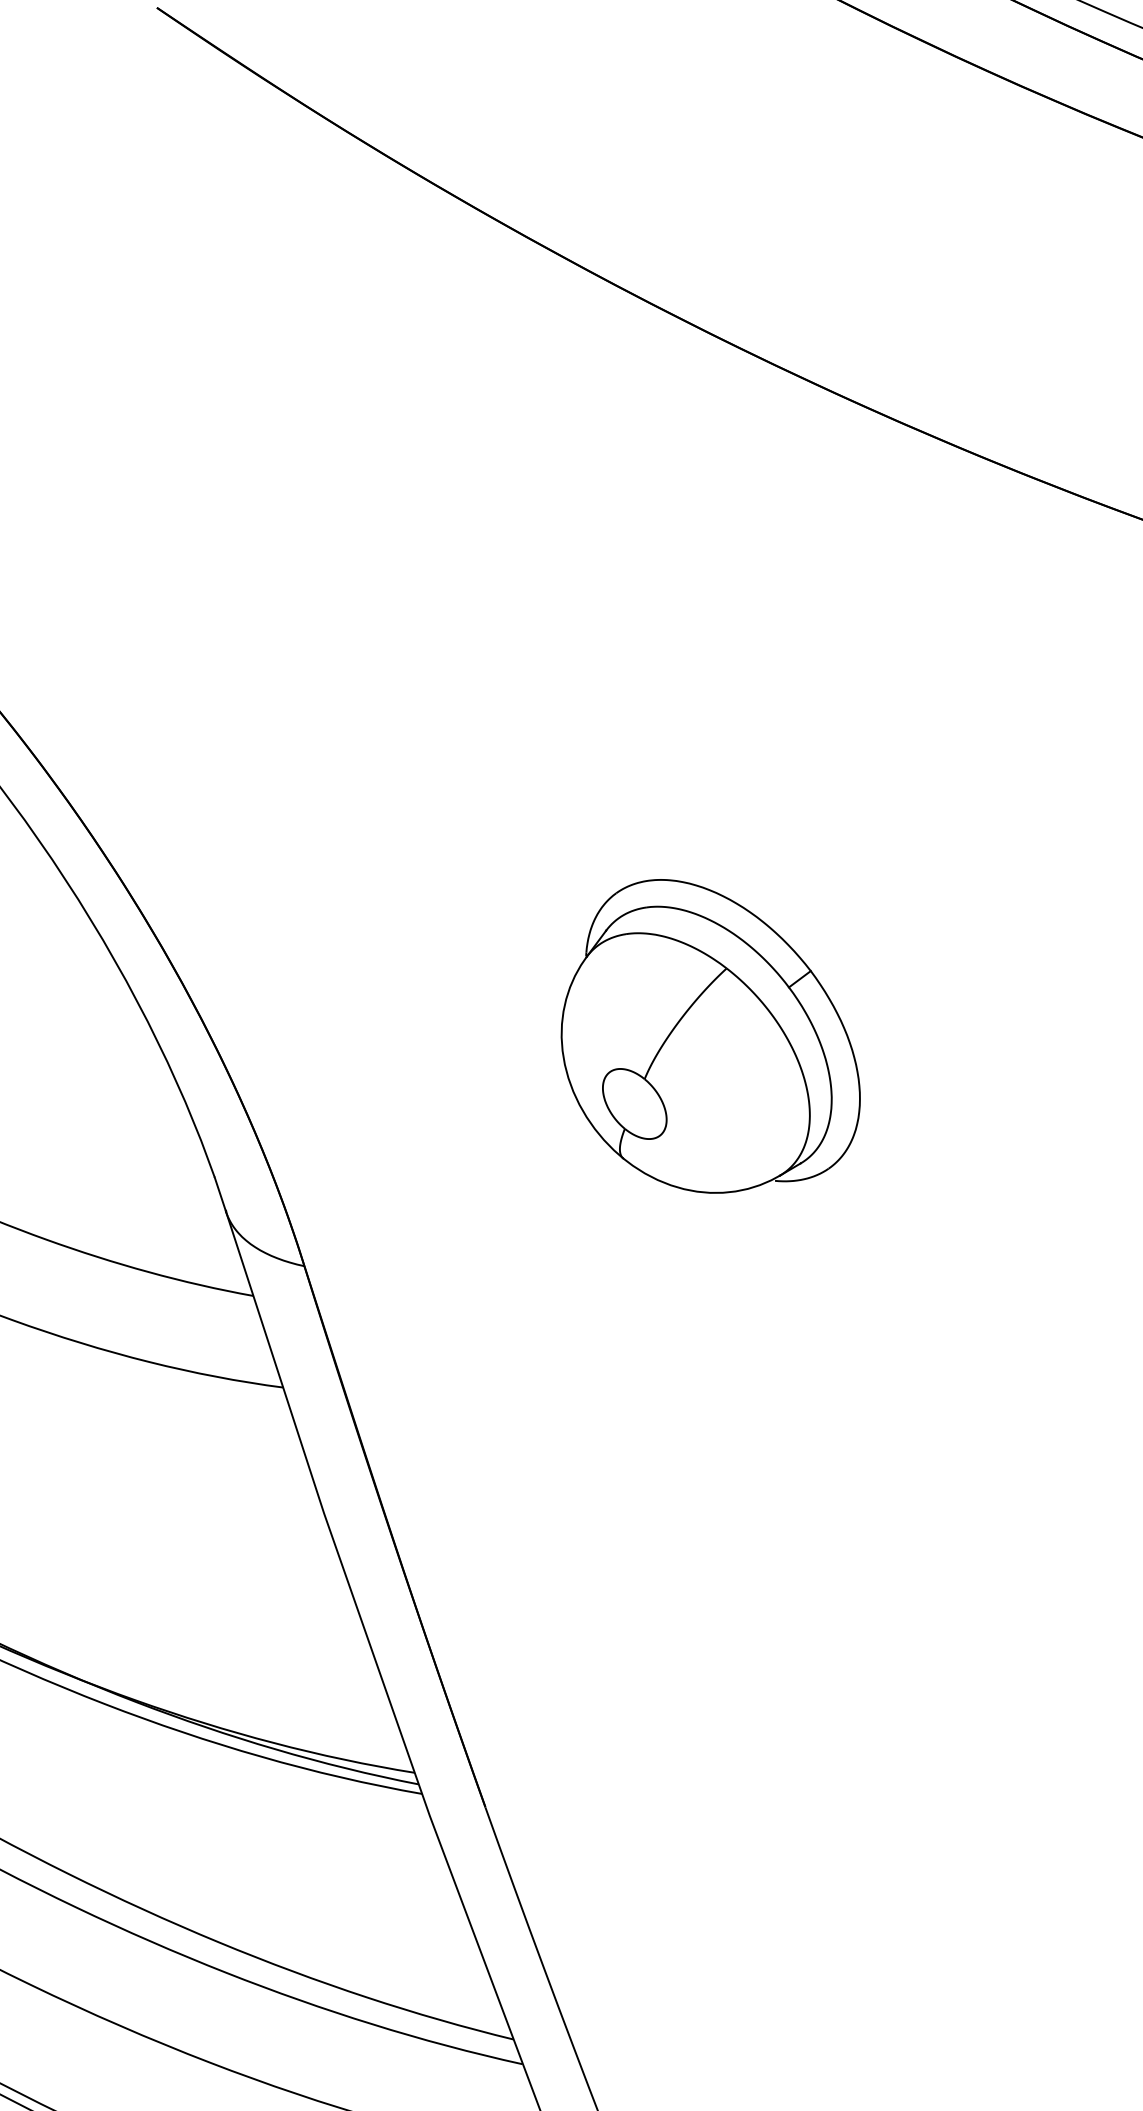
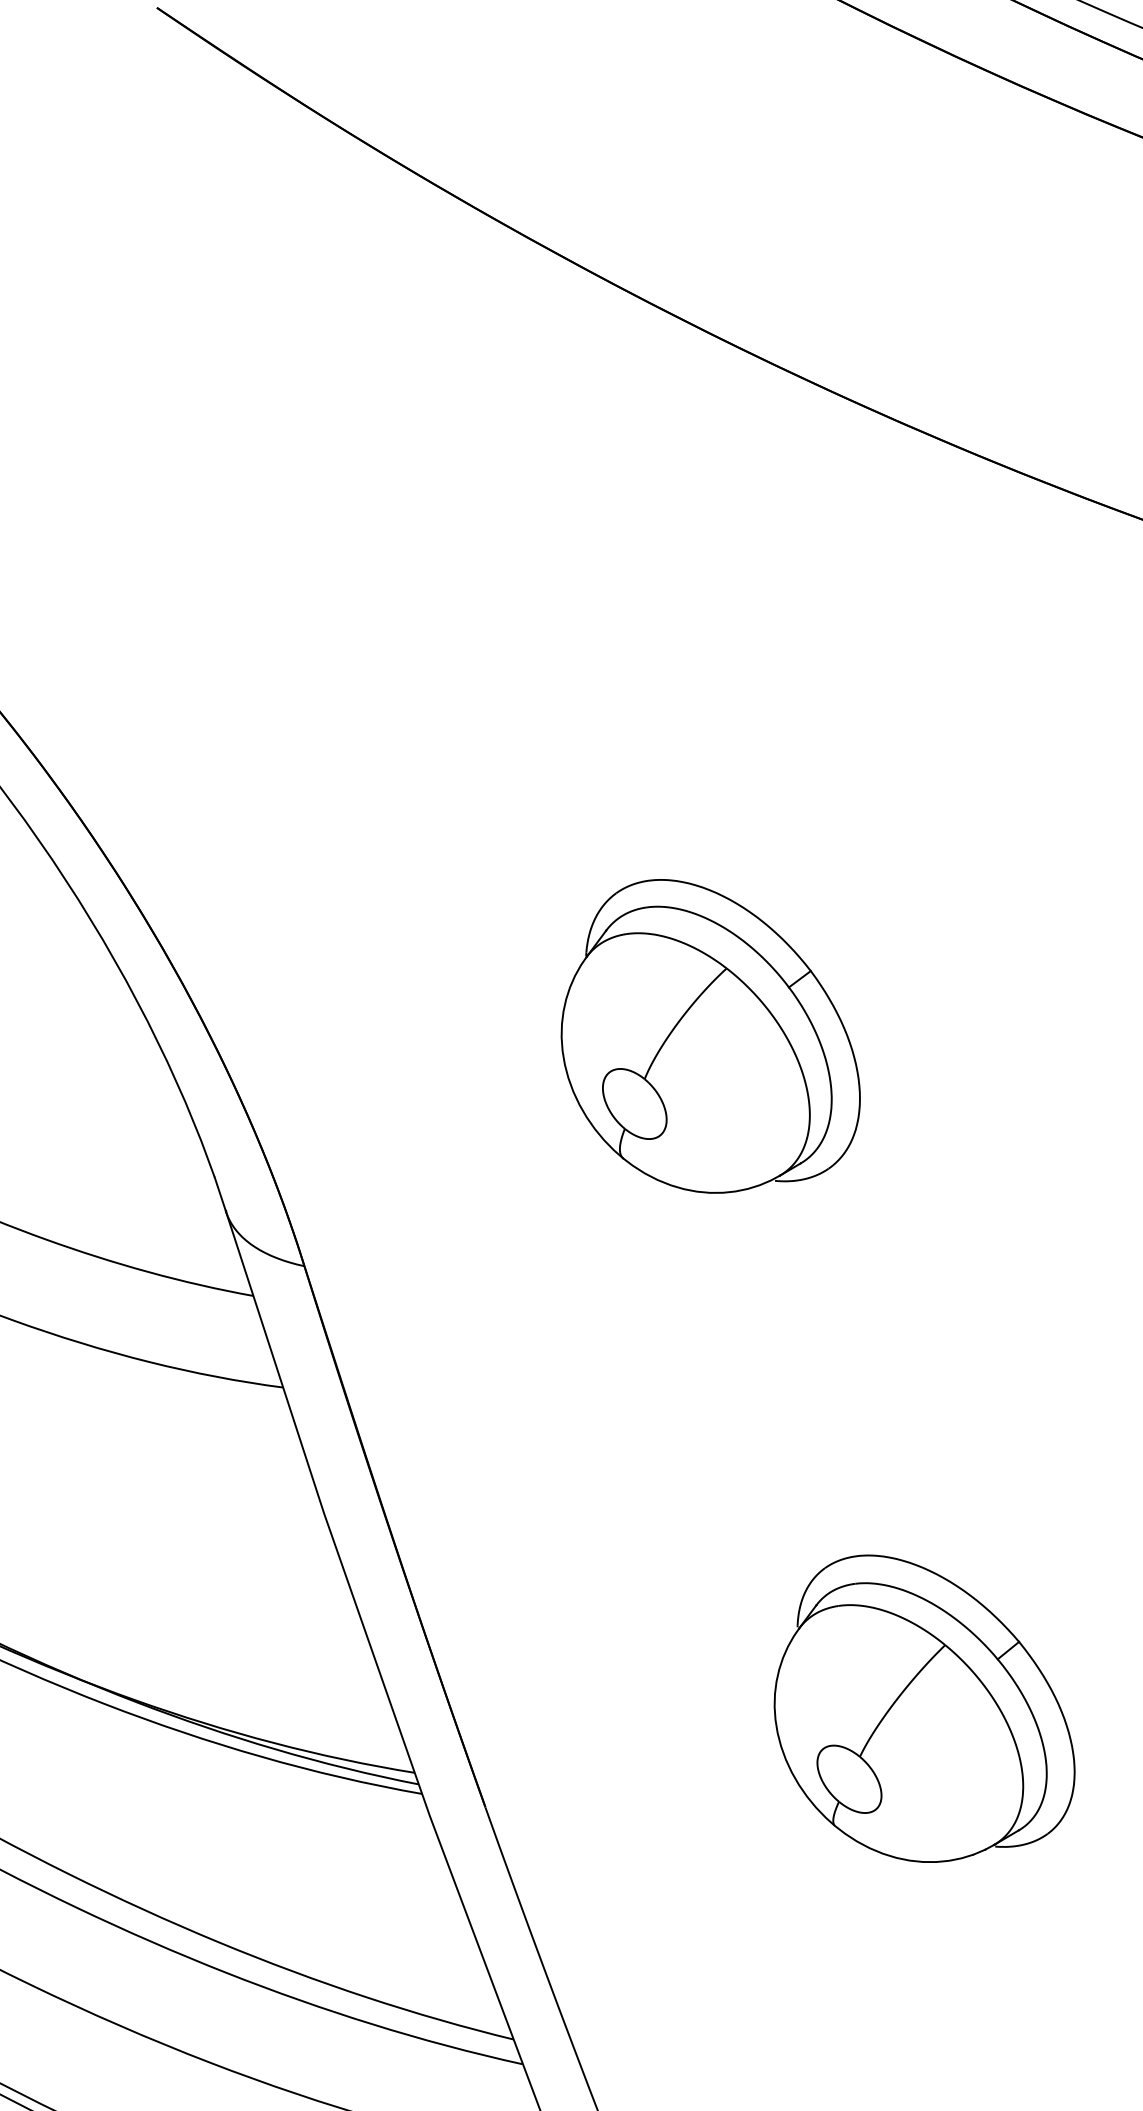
part at (924, 1708): none -> present
